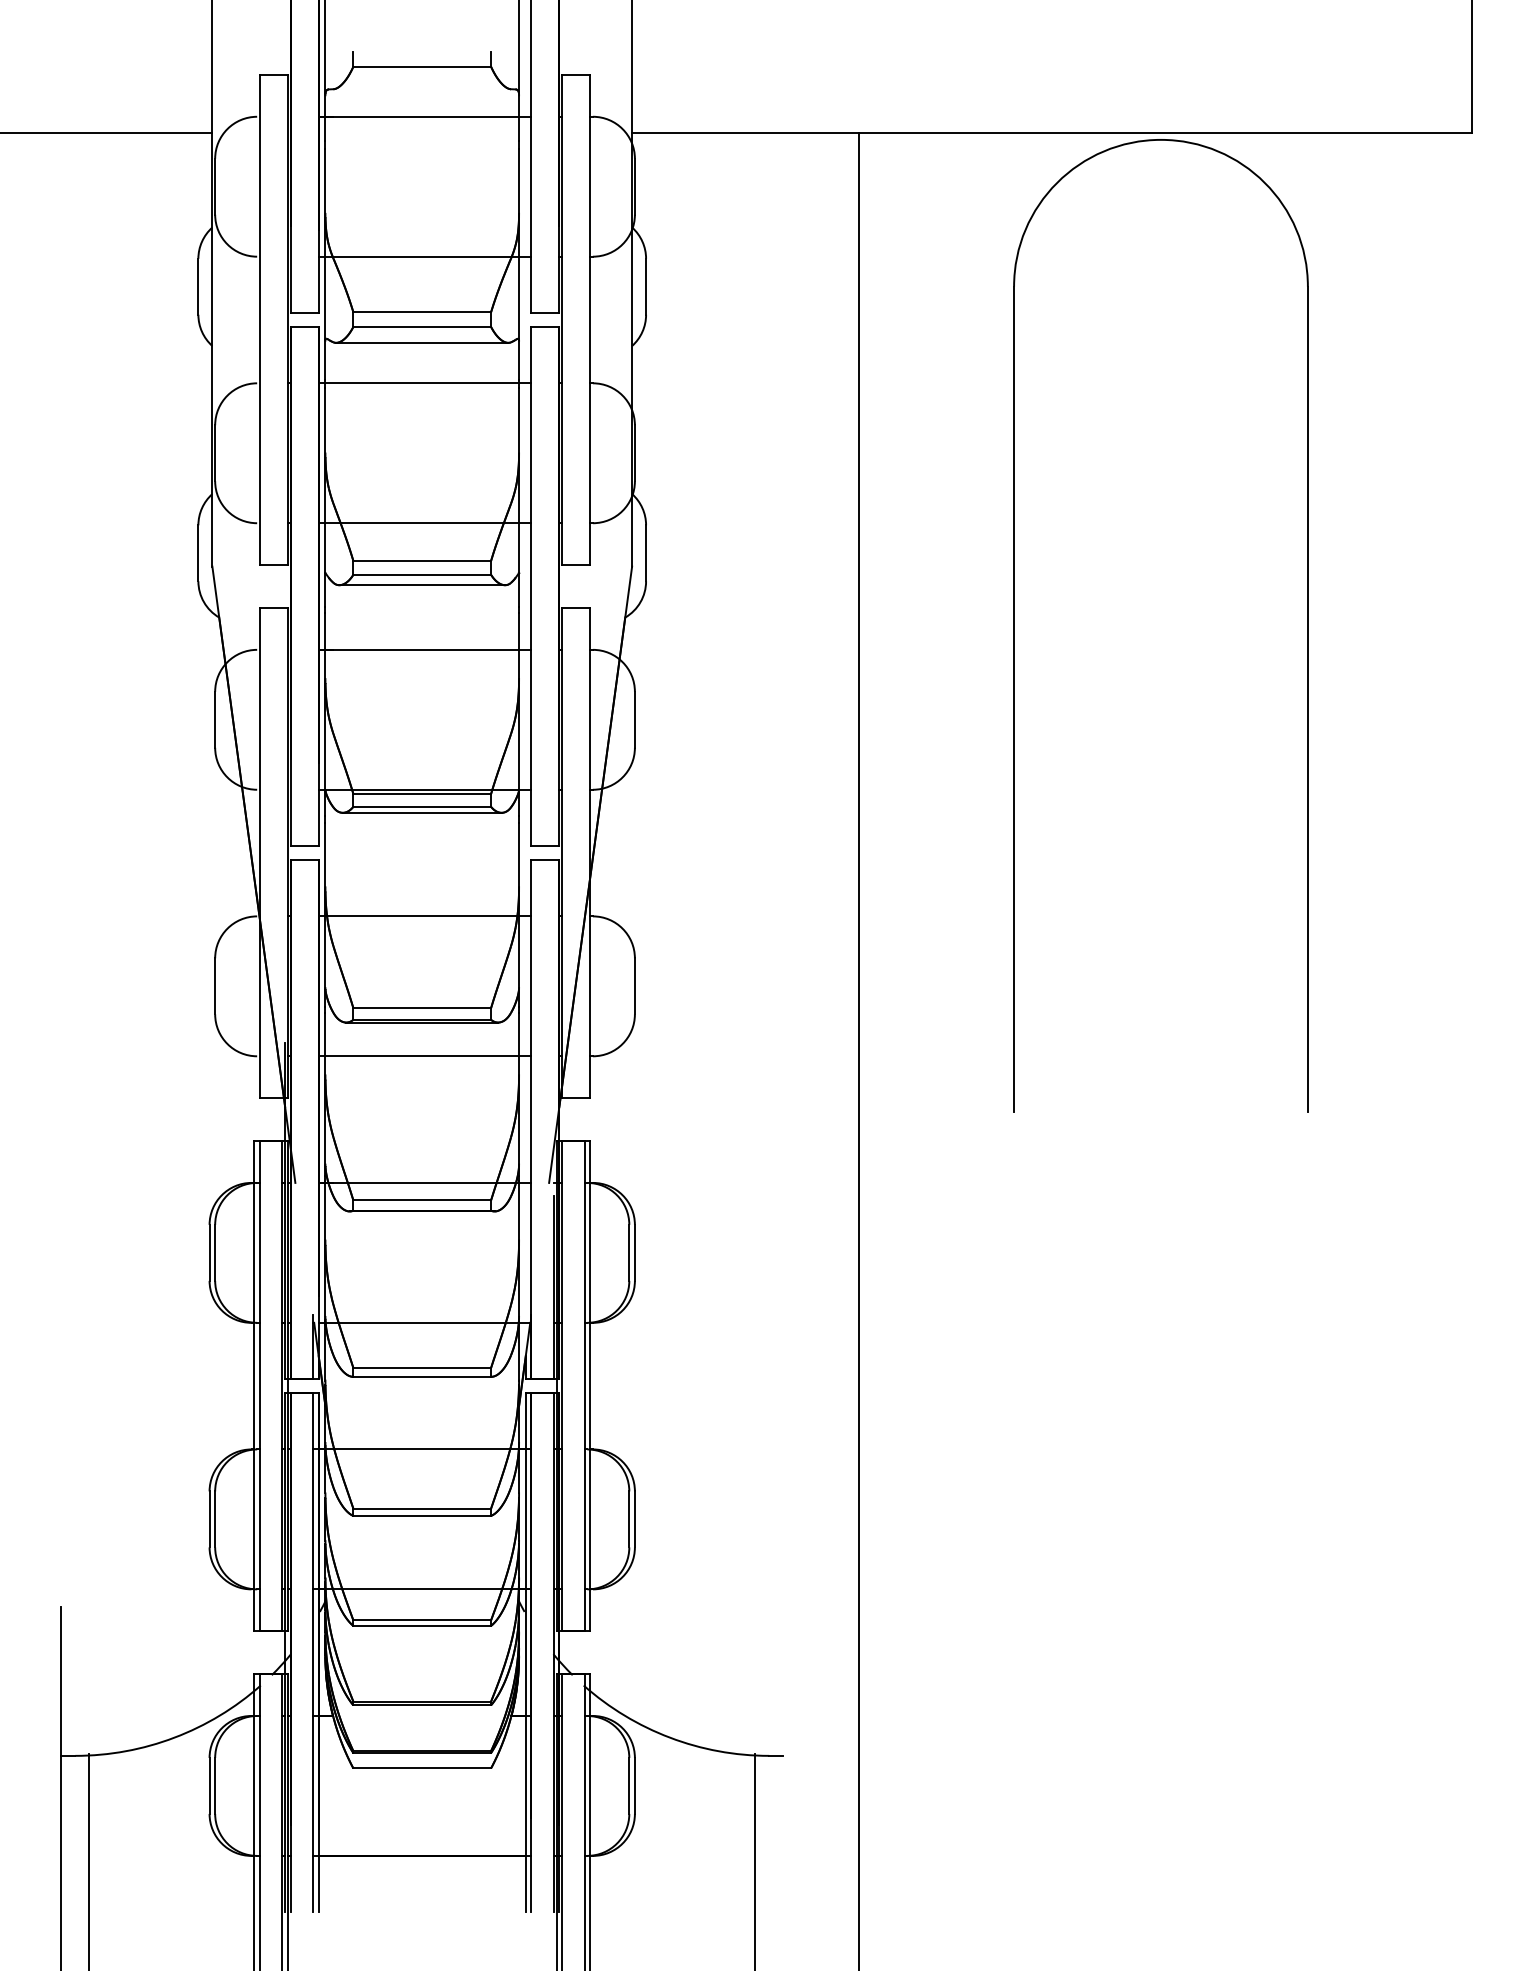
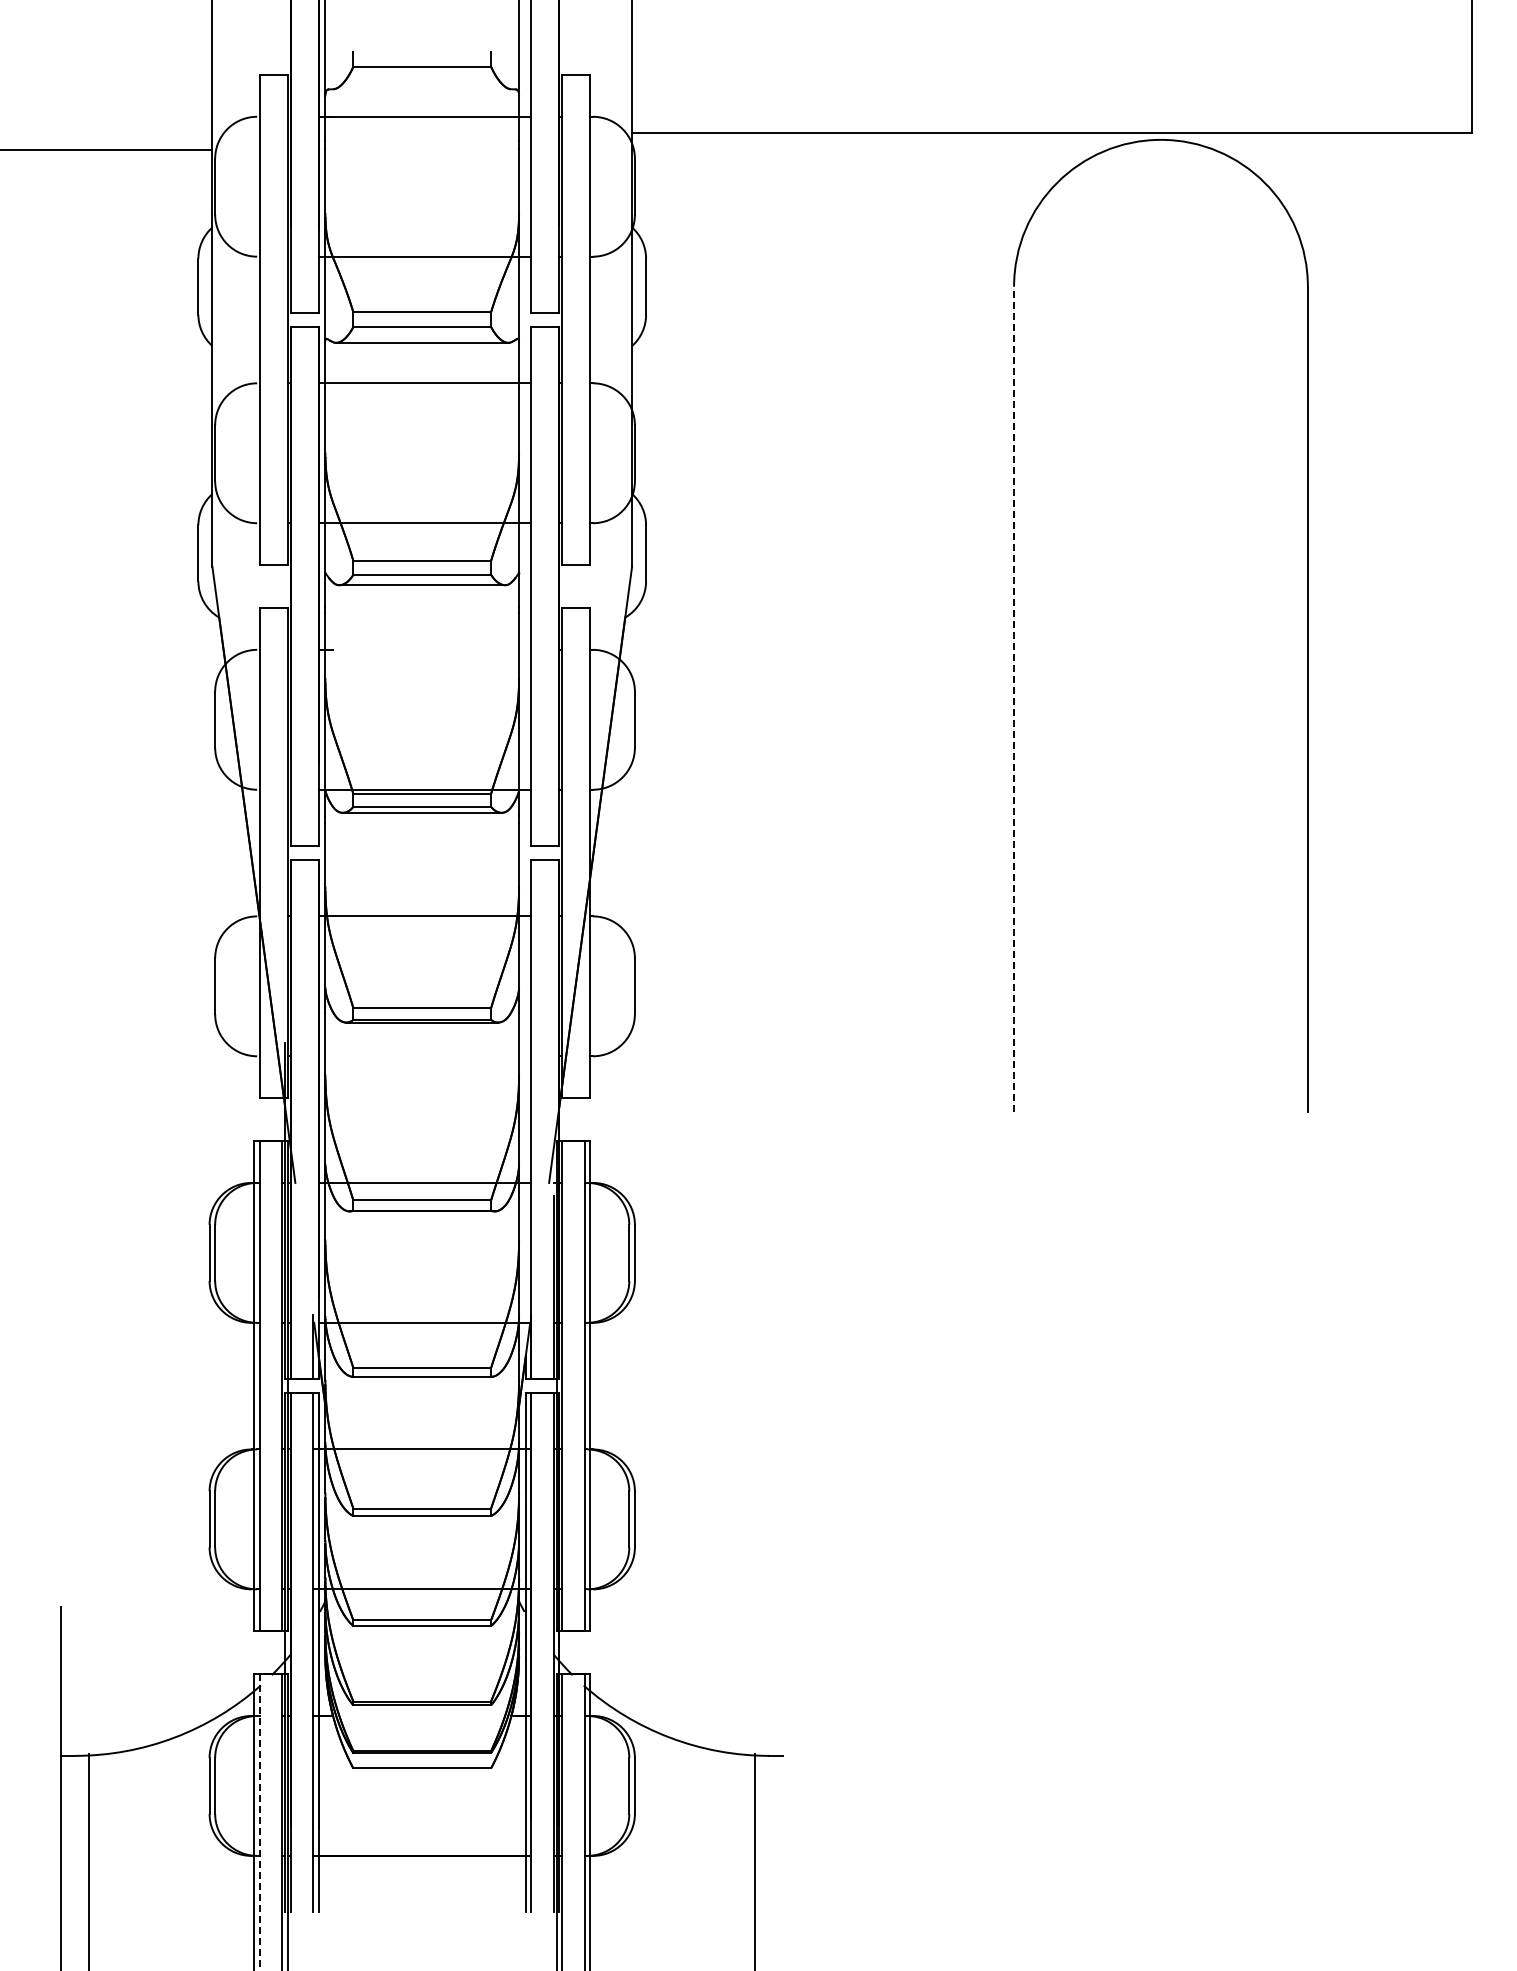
line at (107, 132) position: (107, 132) -> (107, 149)
line at (424, 649): present -> none
line at (1014, 699): solid -> dashed
line at (858, 1049): present -> none
line at (424, 1056): present -> none
line at (259, 1822): solid -> dashed
